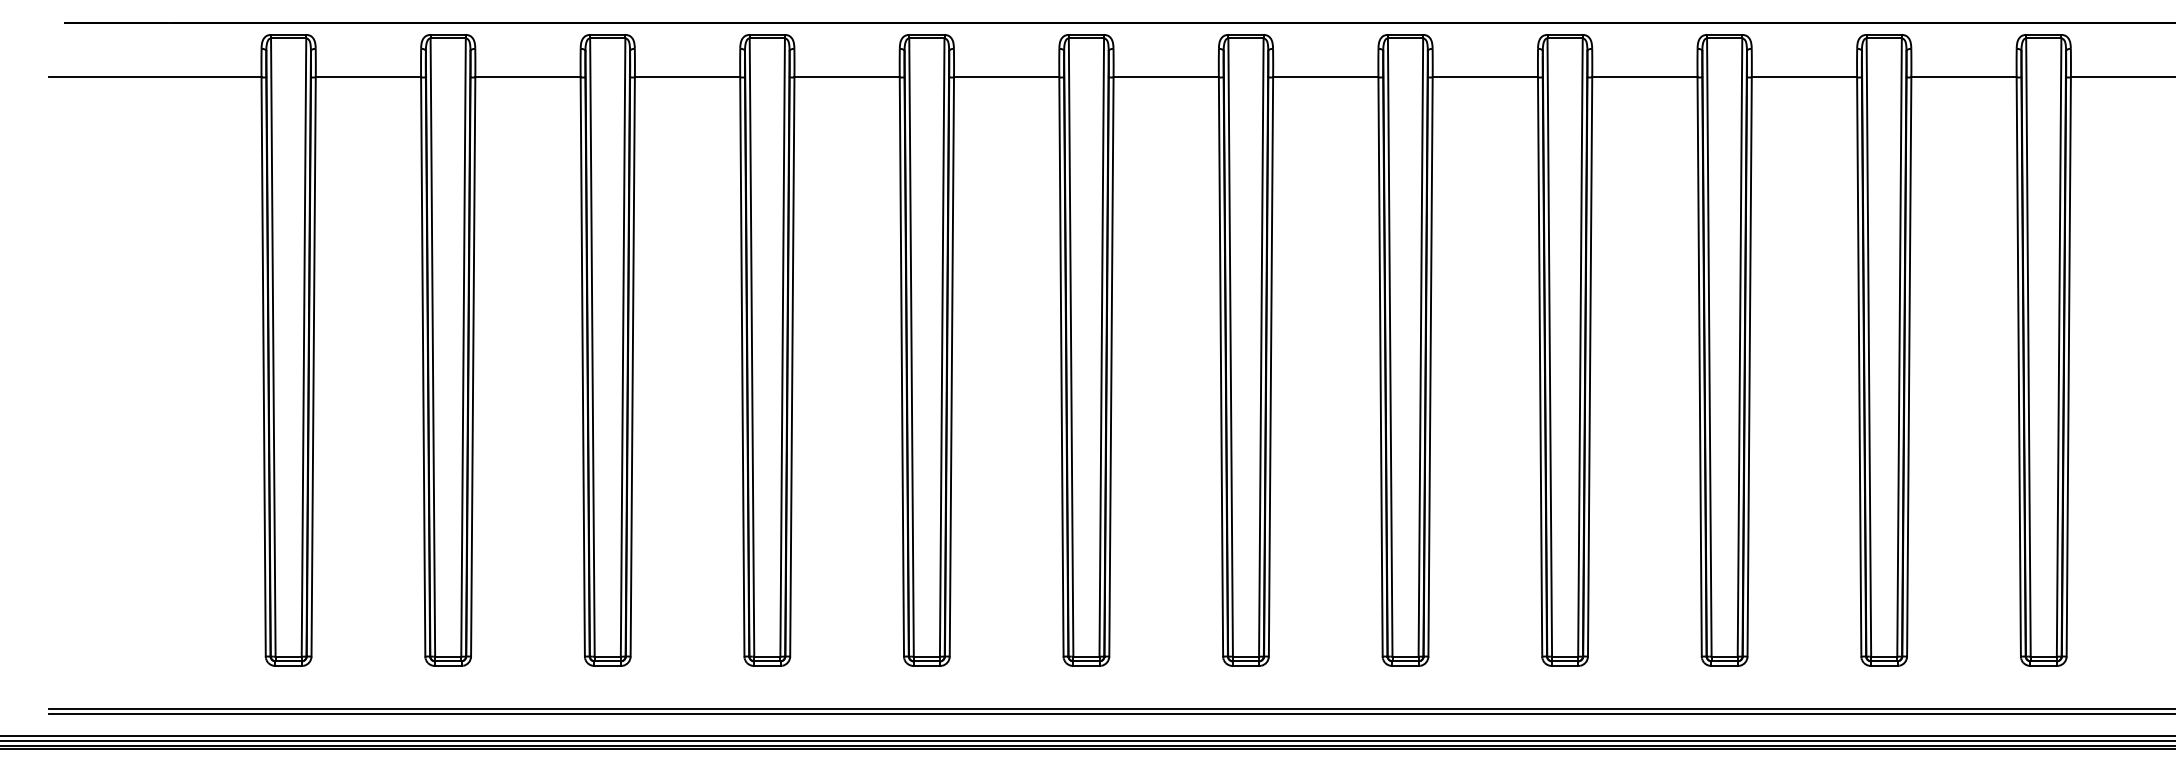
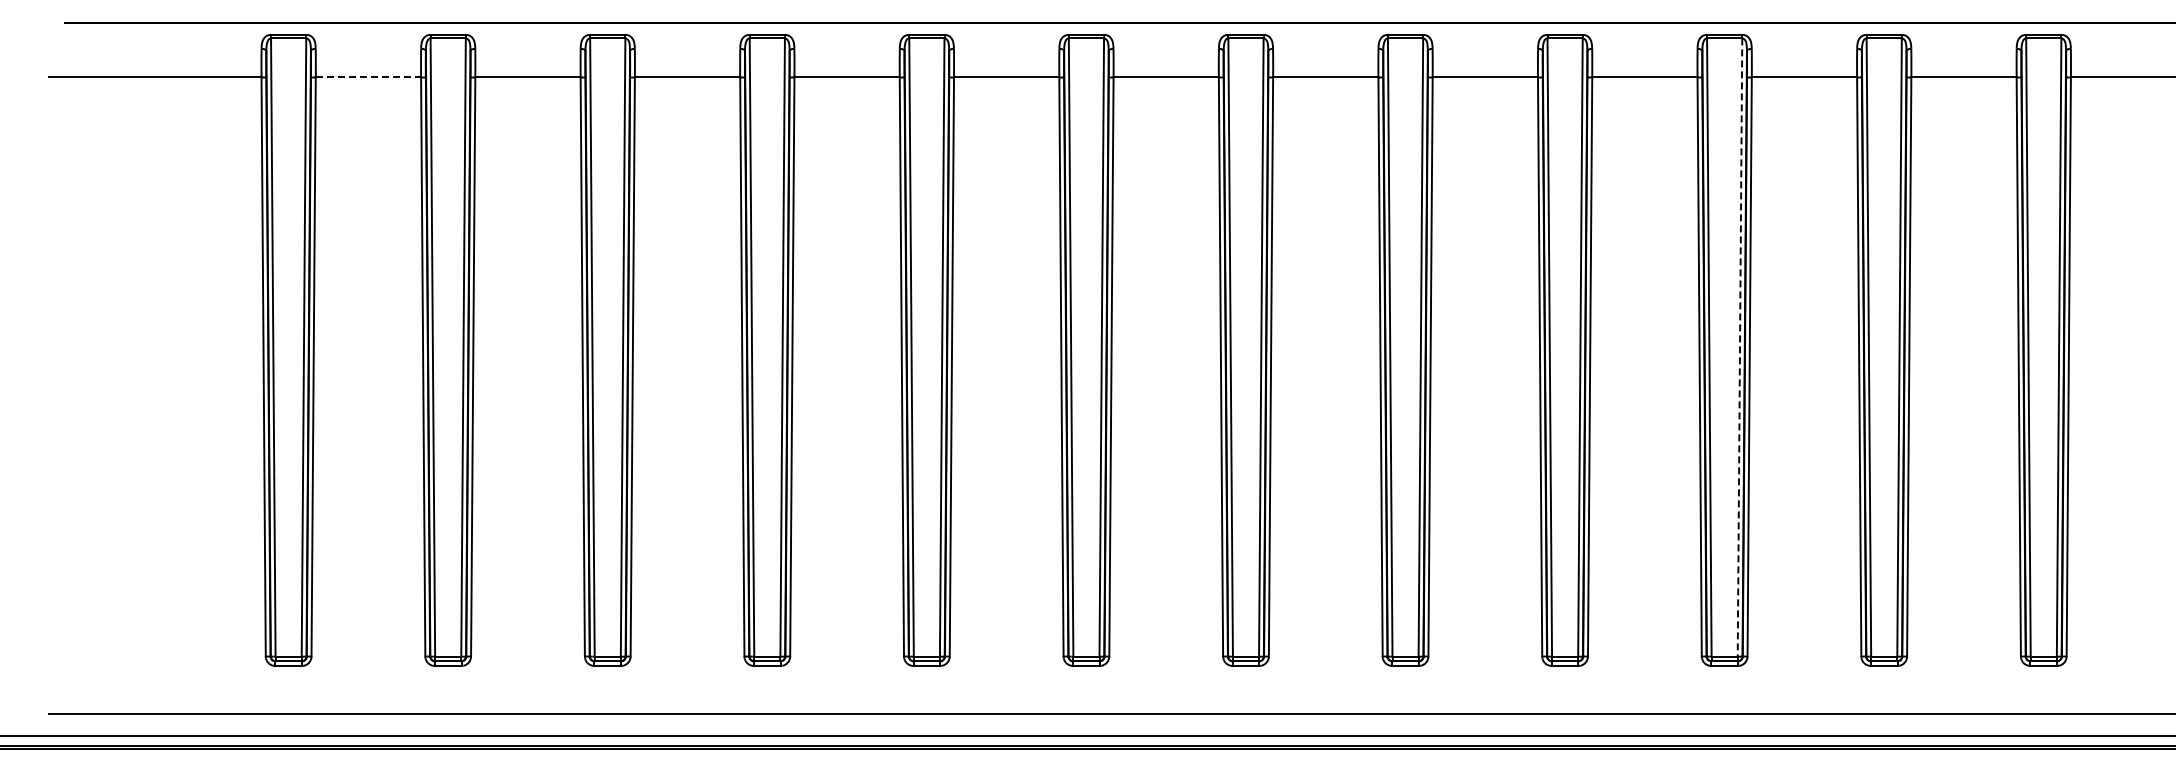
line at (368, 77): solid -> dashed
line at (1740, 348): solid -> dashed
line at (1110, 709): present -> none
line at (1087, 741): present -> none
